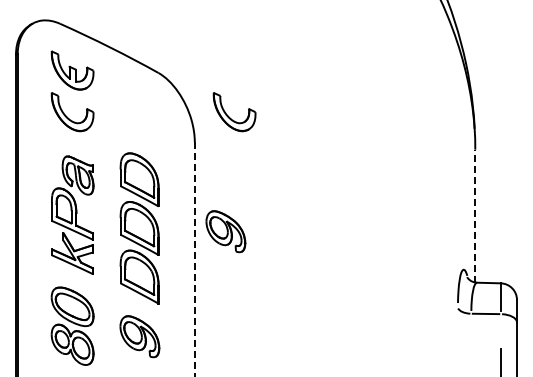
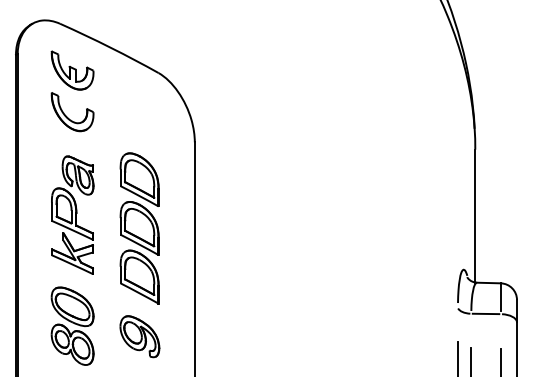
part at (229, 116): present -> none
line at (475, 215): dashed -> solid
part at (225, 231): present -> none
line at (194, 259): dashed -> solid
line at (457, 357): none -> present
line at (471, 360): none -> present
